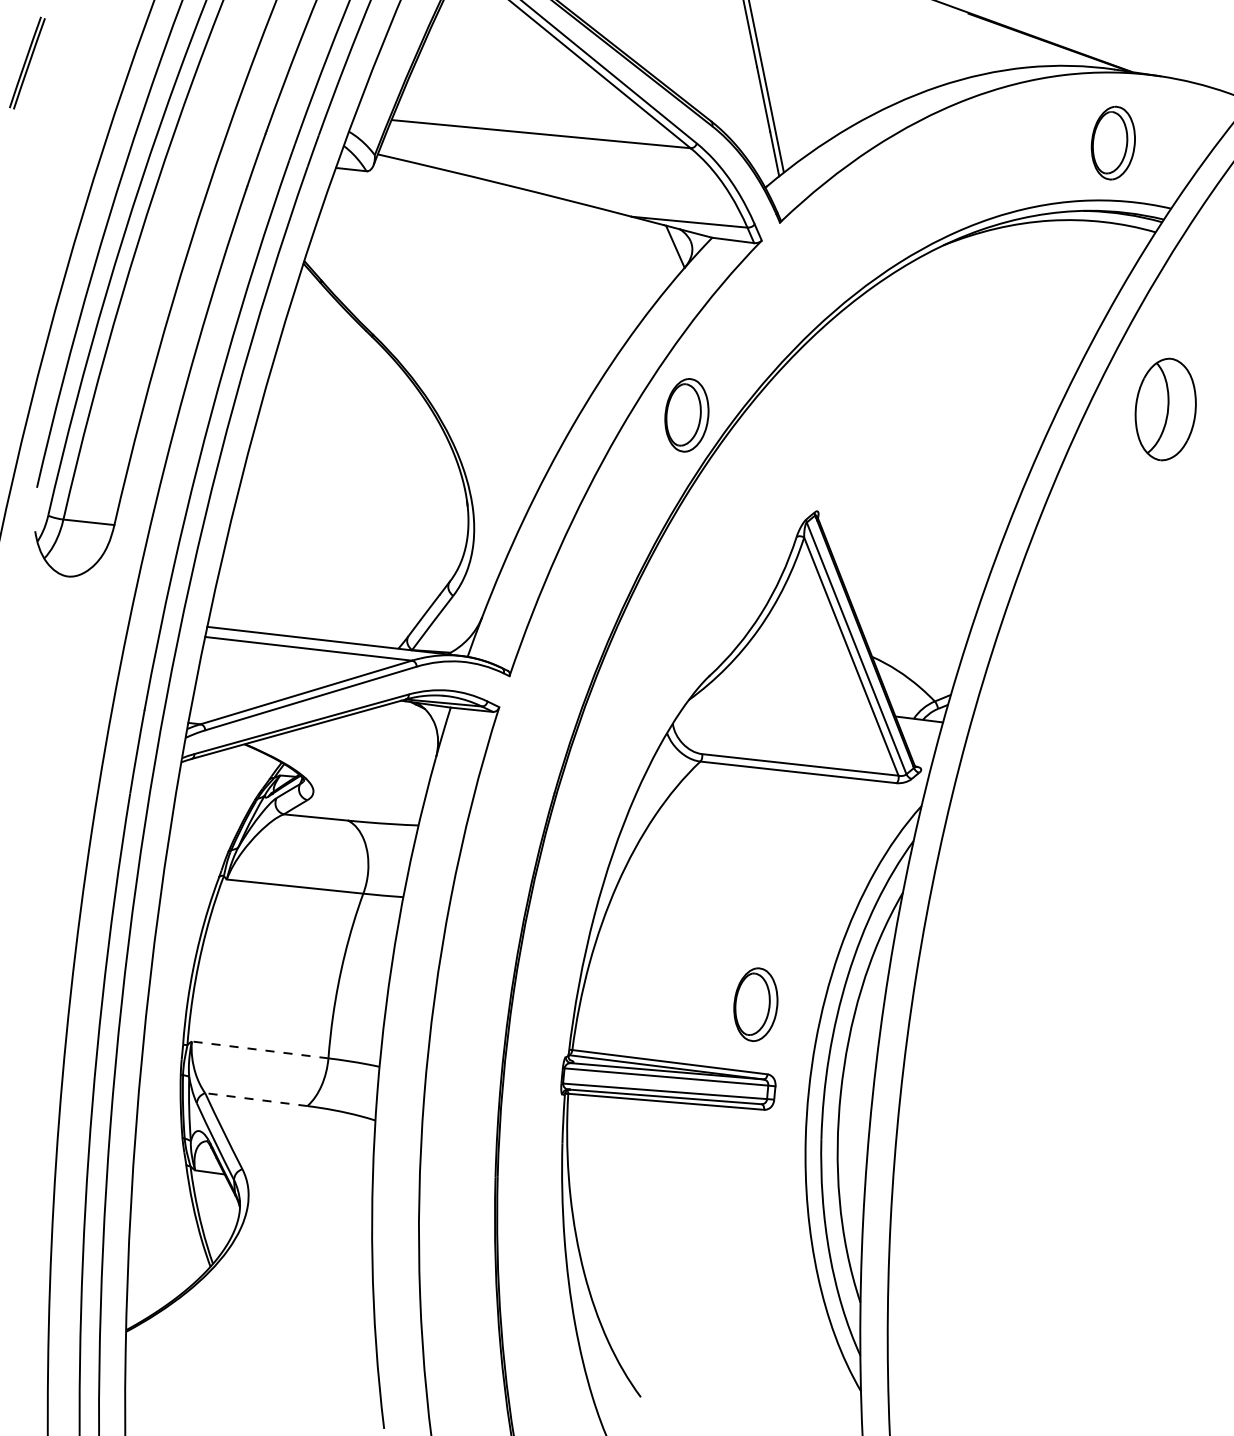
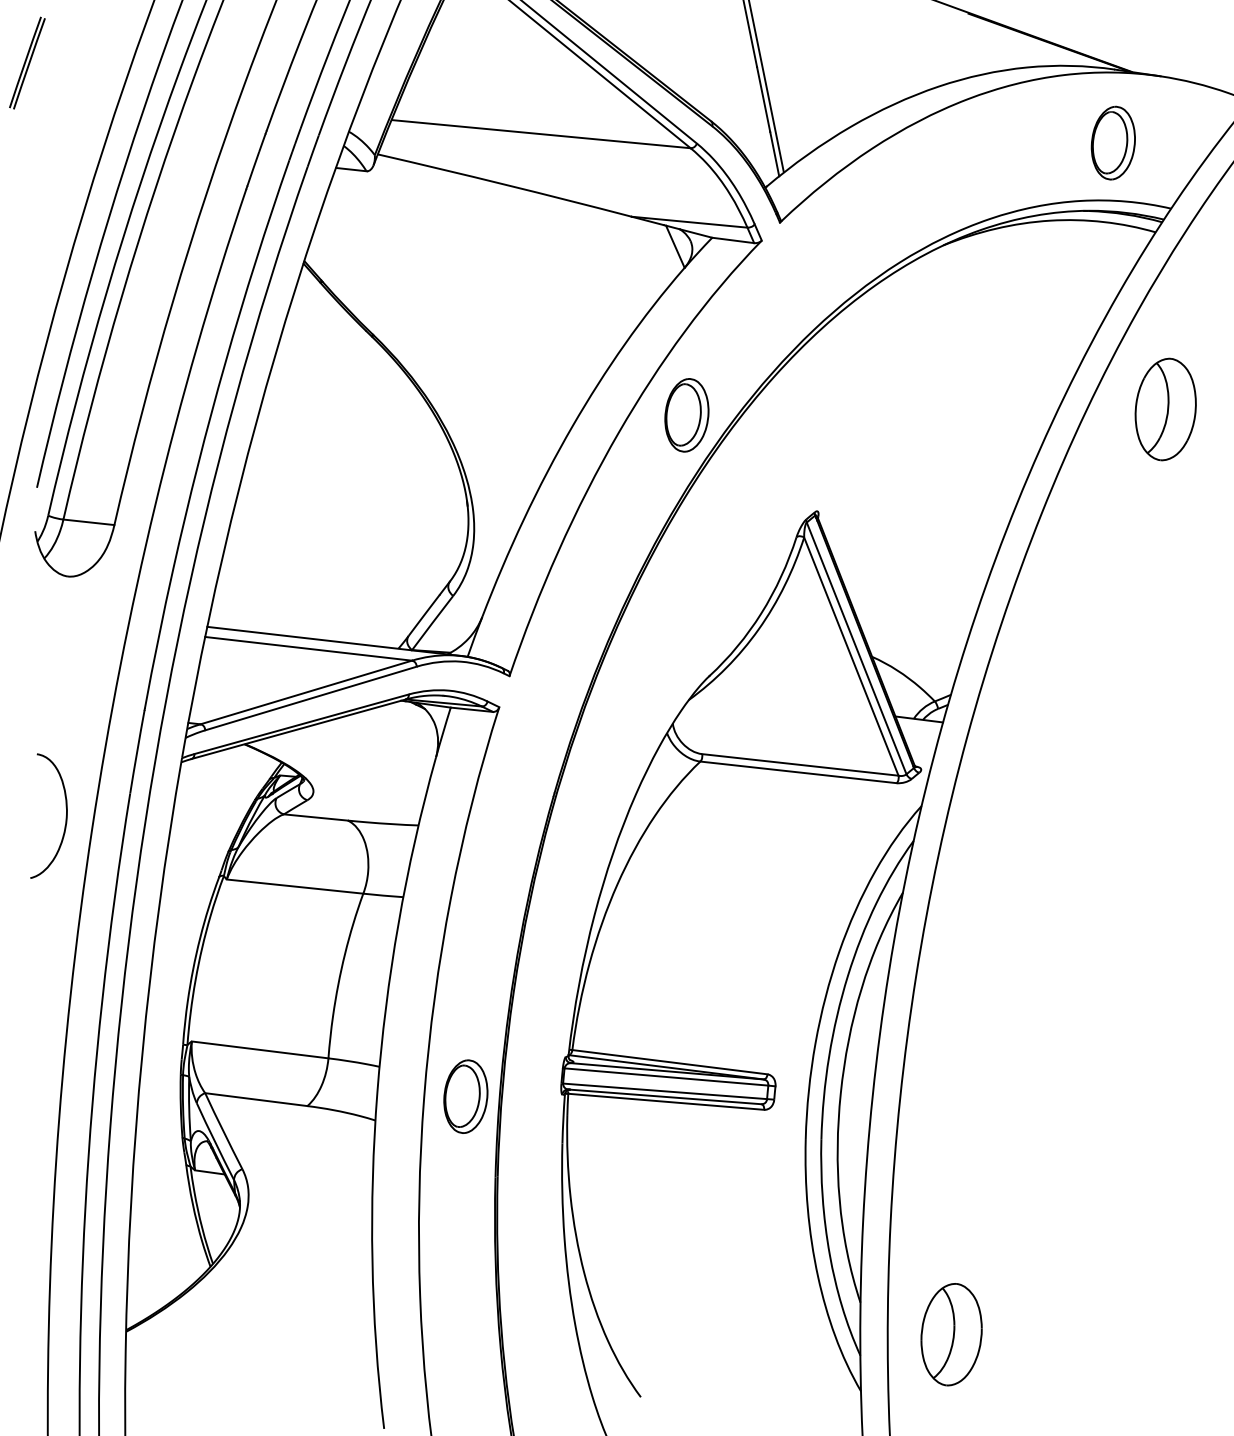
curve at (65, 816): none -> present
part at (755, 1004) position: (755, 1004) -> (465, 1096)
line at (260, 1049): dashed -> solid
line at (256, 1099): dashed -> solid
part at (951, 1334): none -> present
